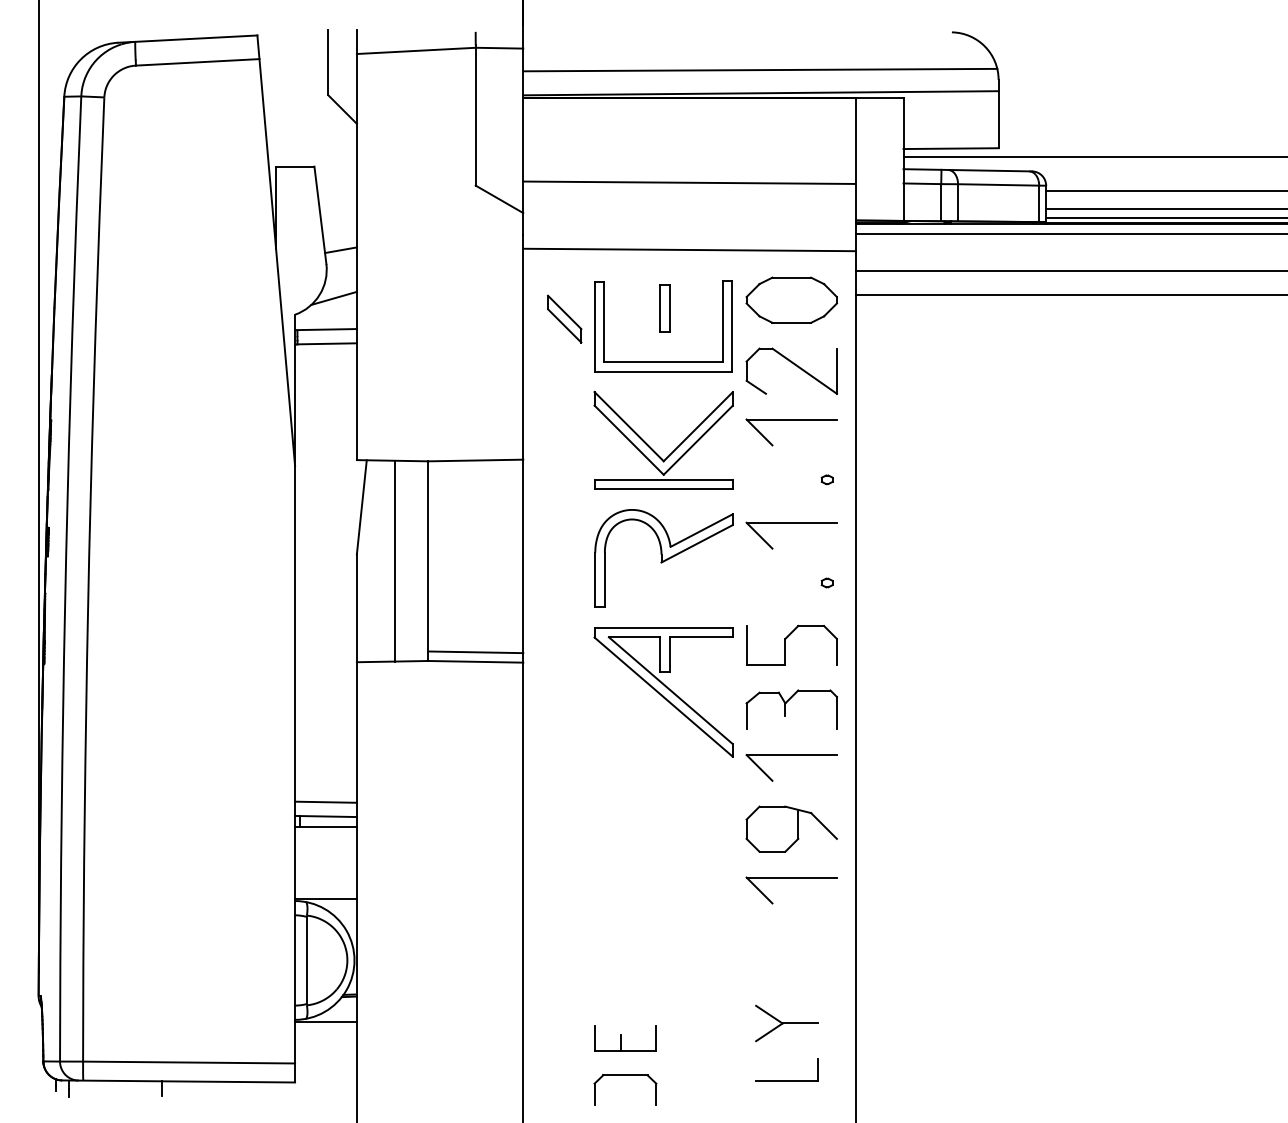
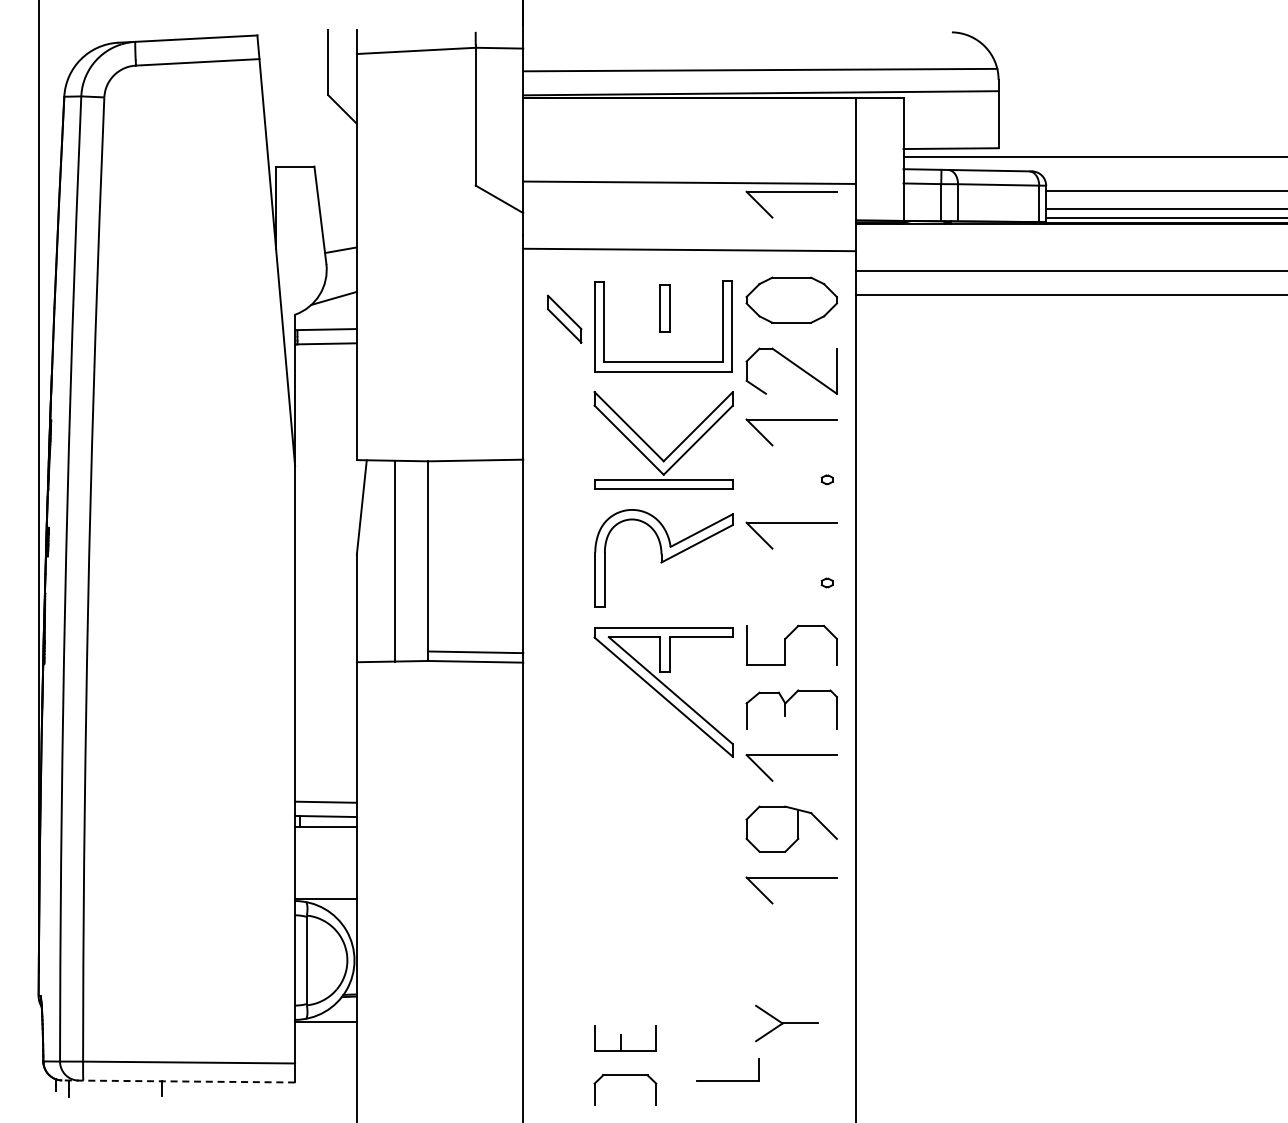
part at (791, 192): none -> present
line at (1070, 233): present -> none
part at (786, 1080) position: (786, 1080) -> (727, 1080)
line at (178, 1081): solid -> dashed
